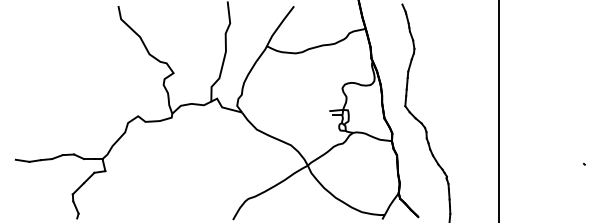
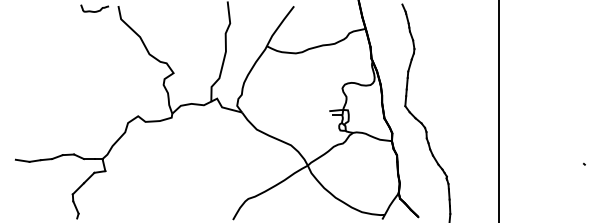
curve at (92, 10): none -> present
